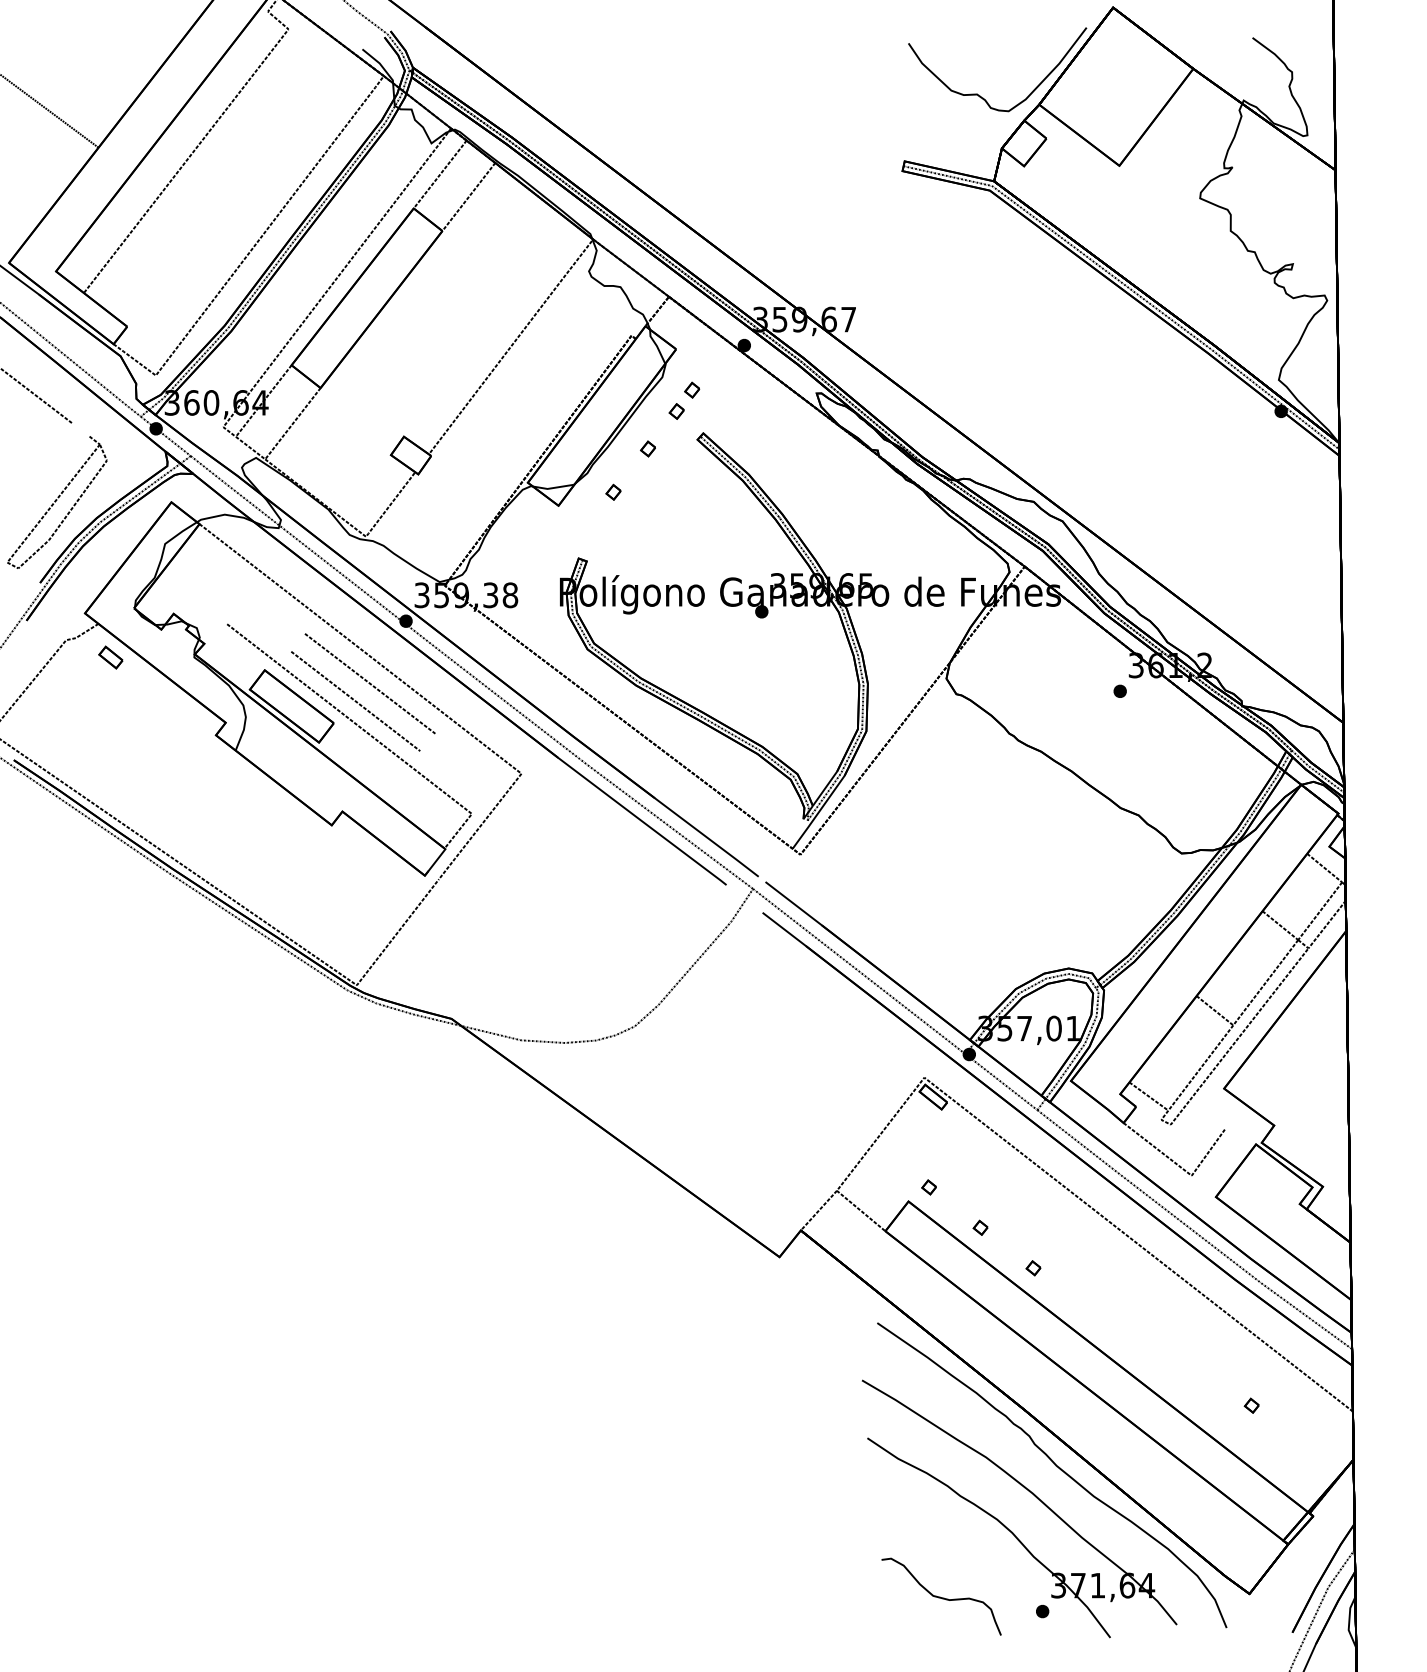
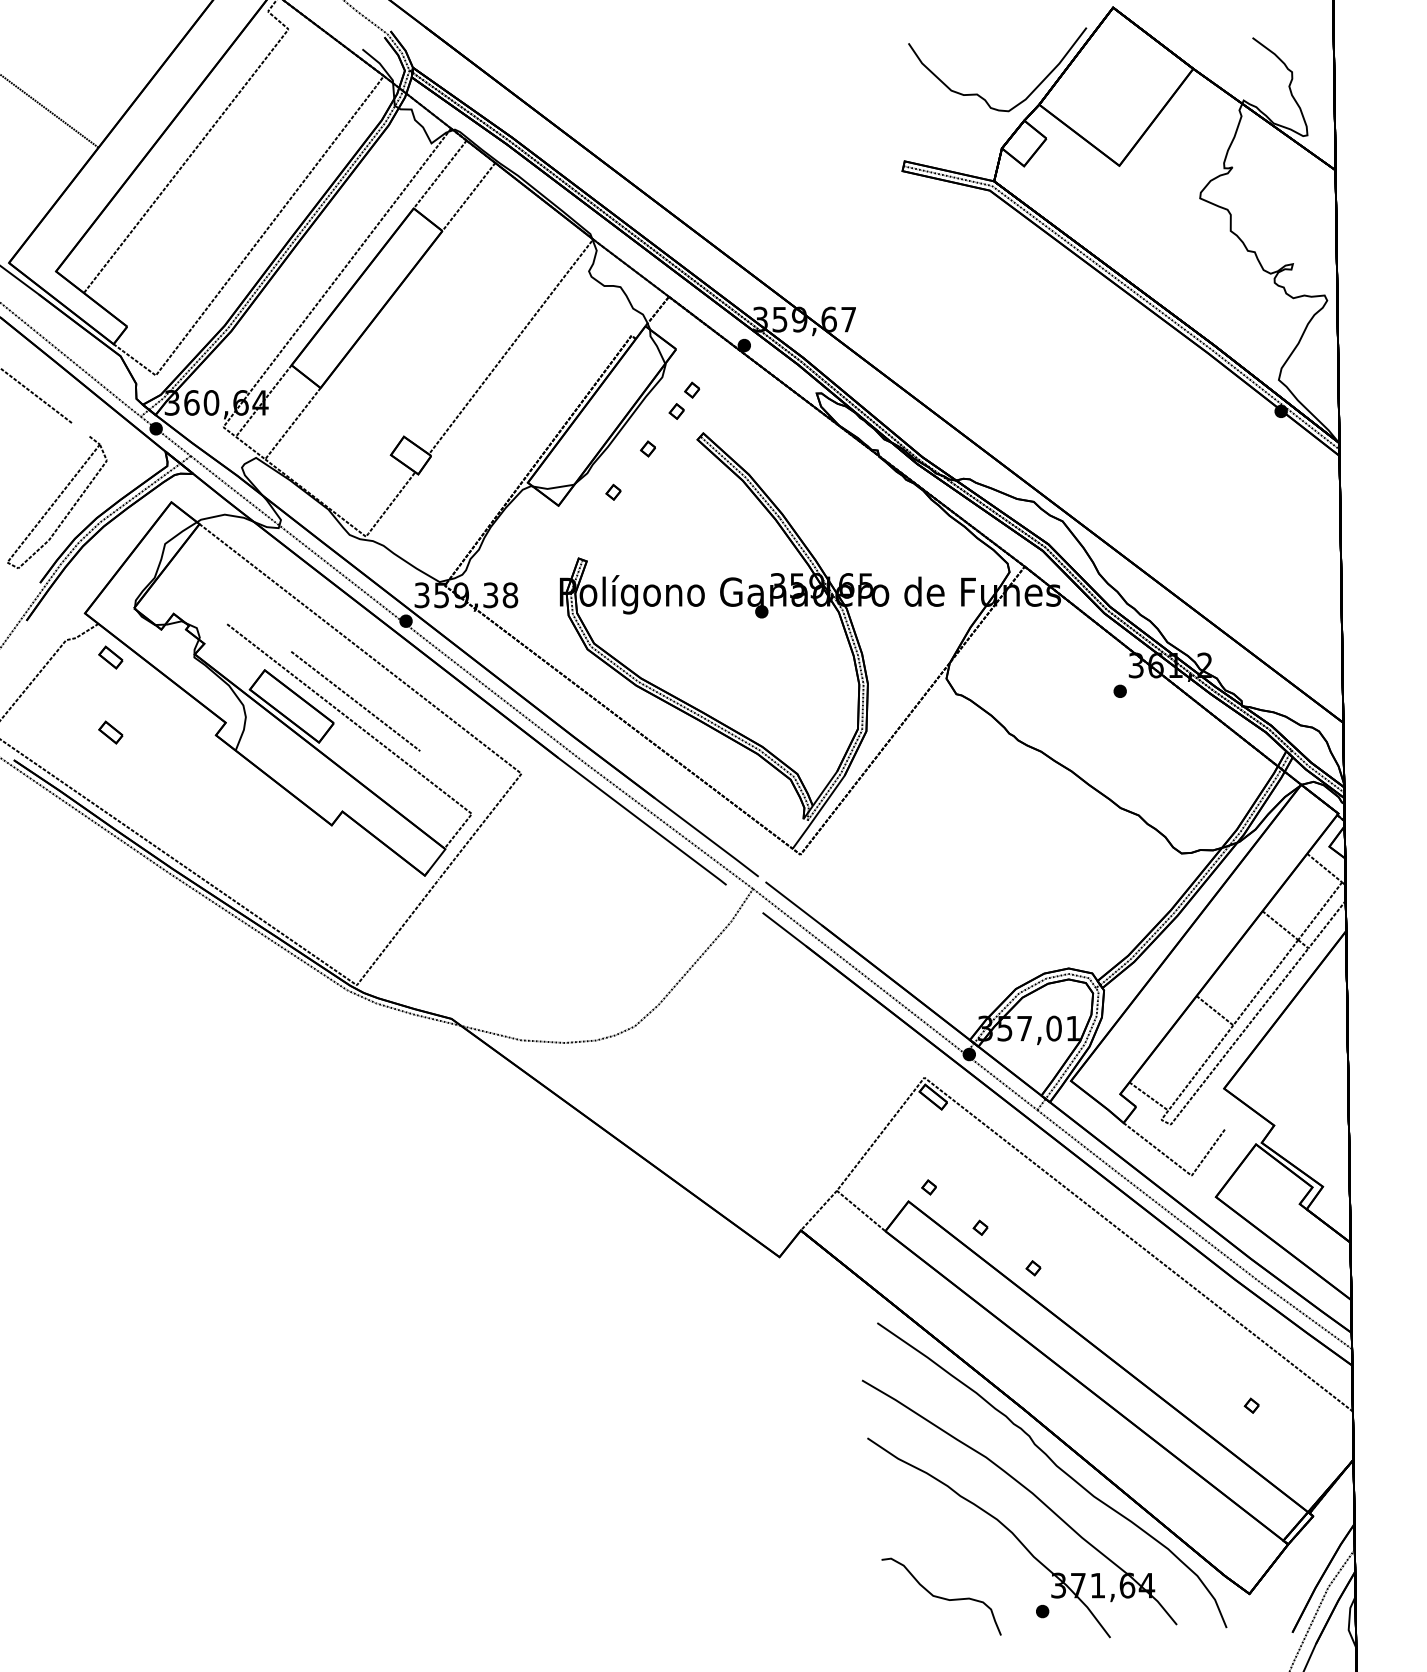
line at (369, 683): present -> none
part at (110, 732): none -> present
